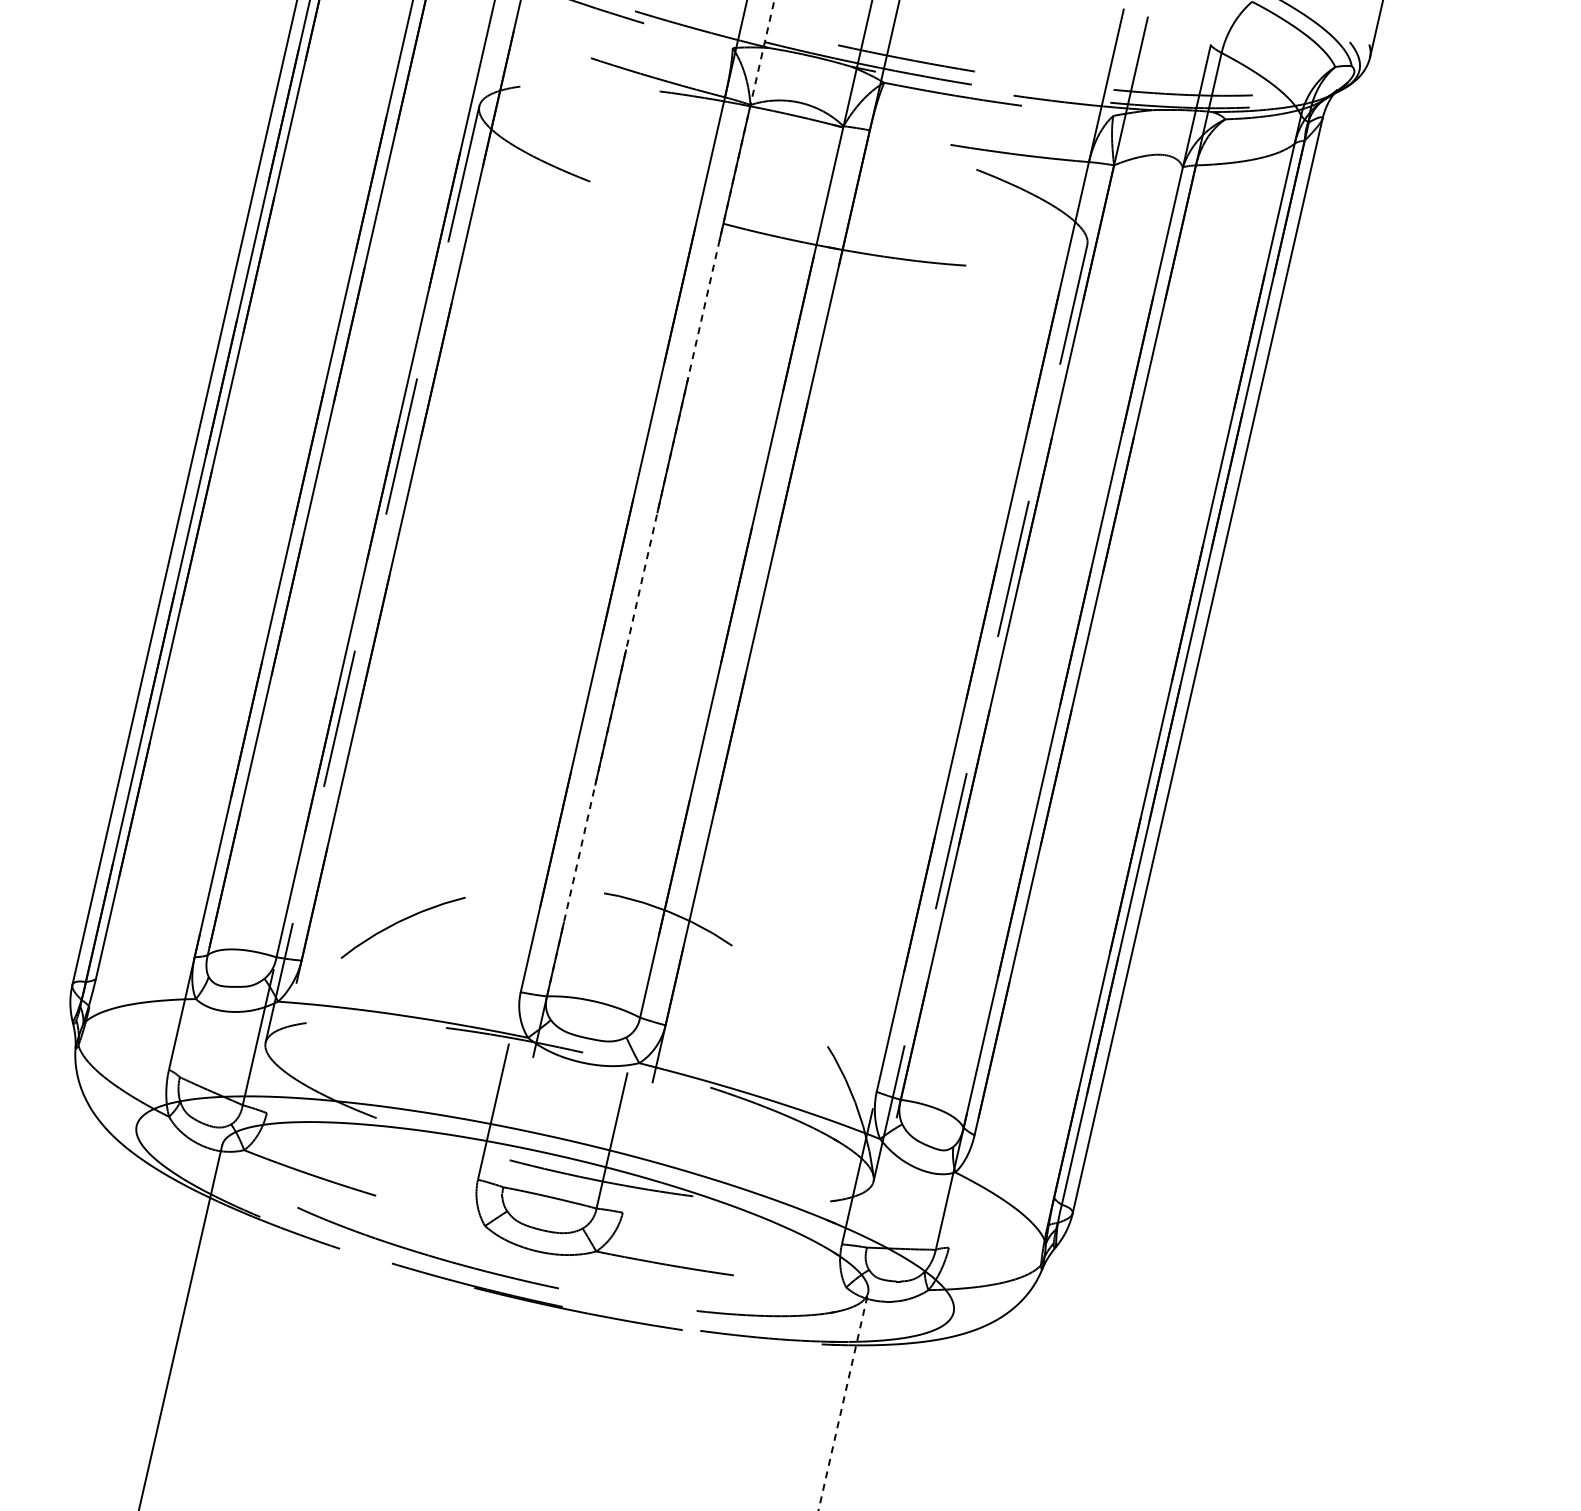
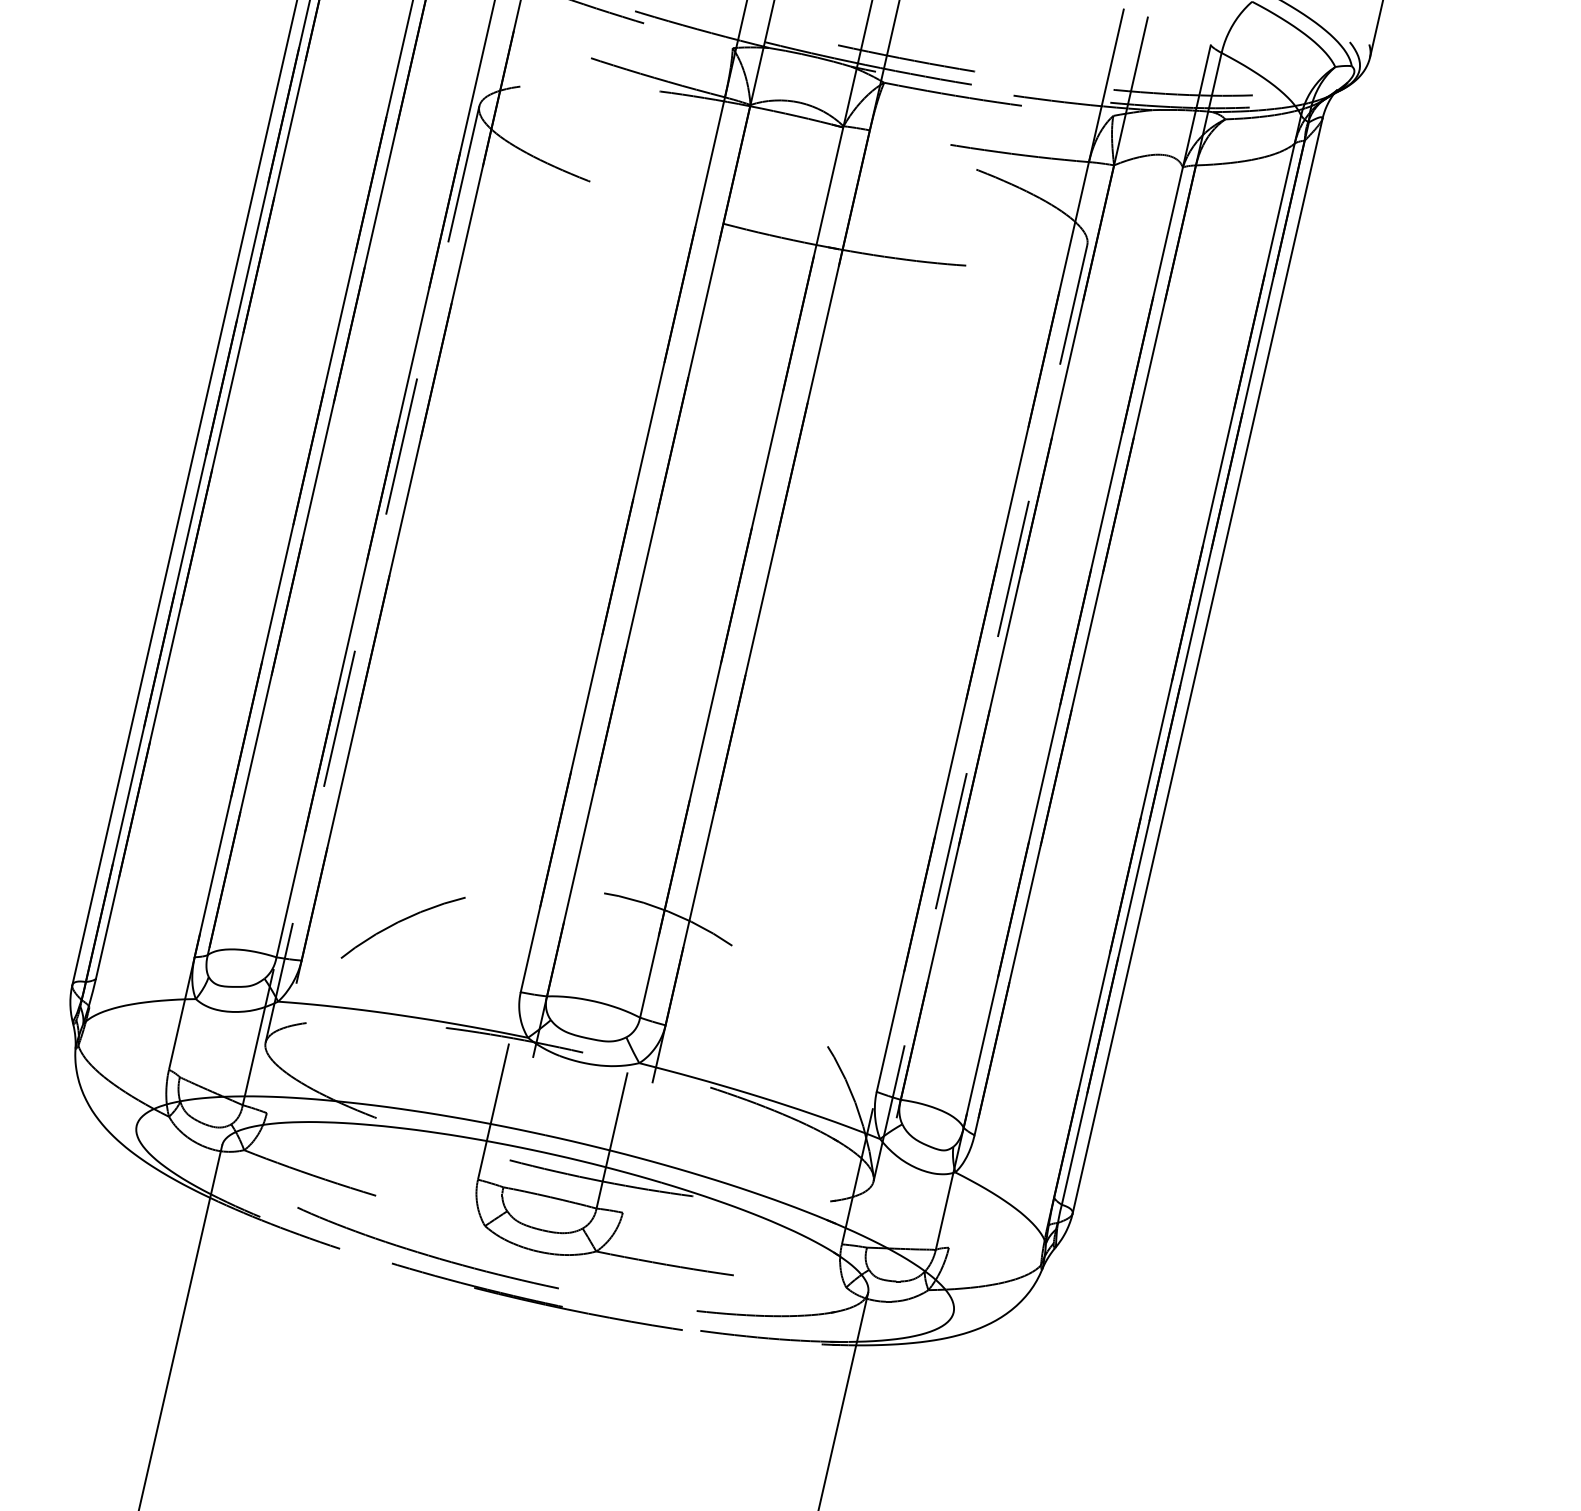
line at (660, 498): dashed -> solid
line at (843, 1401): dashed -> solid
